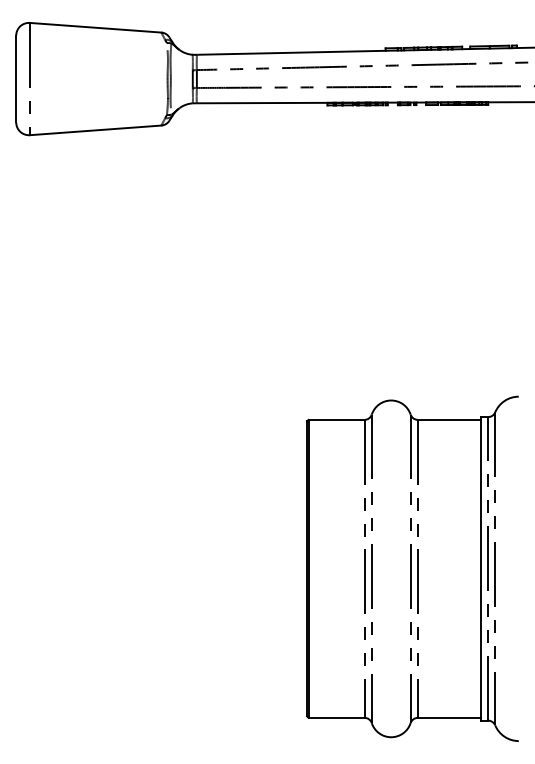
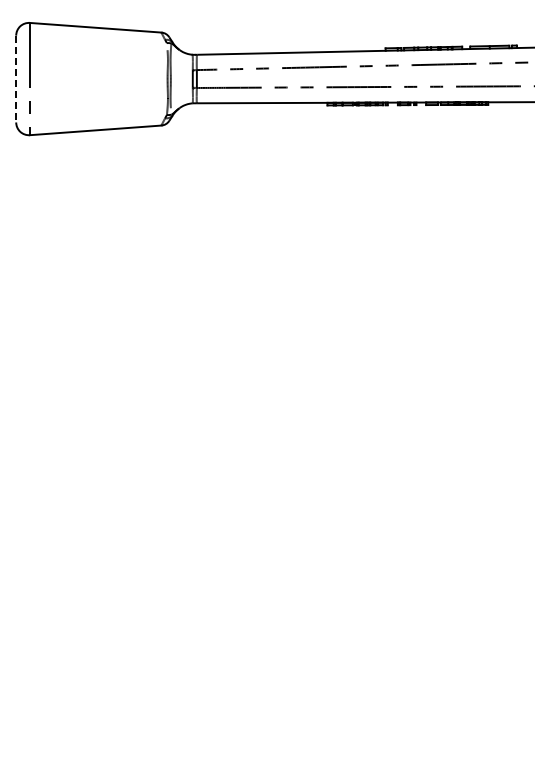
line at (16, 79): solid -> dashed
part at (412, 568): present -> none
